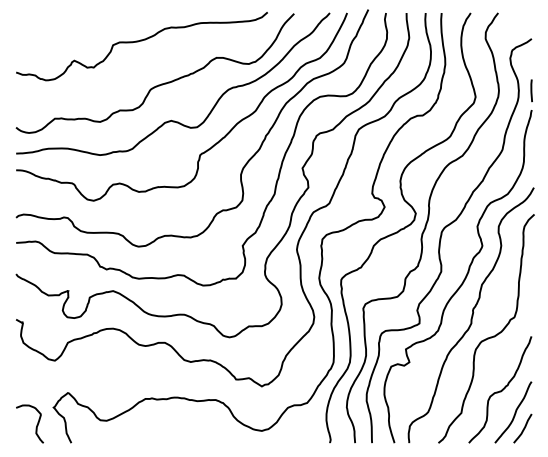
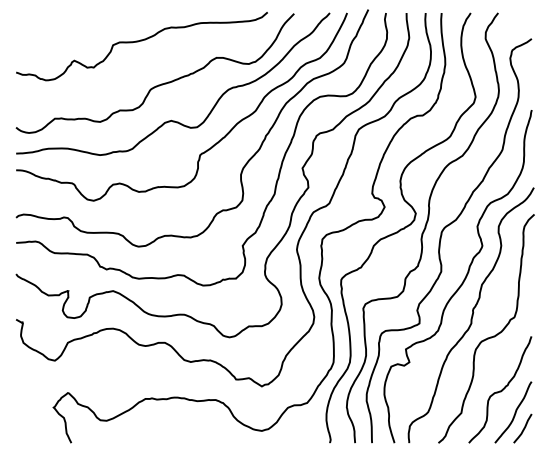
line at (531, 90): present -> none
curve at (36, 424): present -> none
